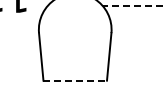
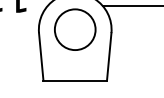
line at (132, 5): dashed -> solid
circle at (75, 29): none -> present
line at (75, 80): dashed -> solid
